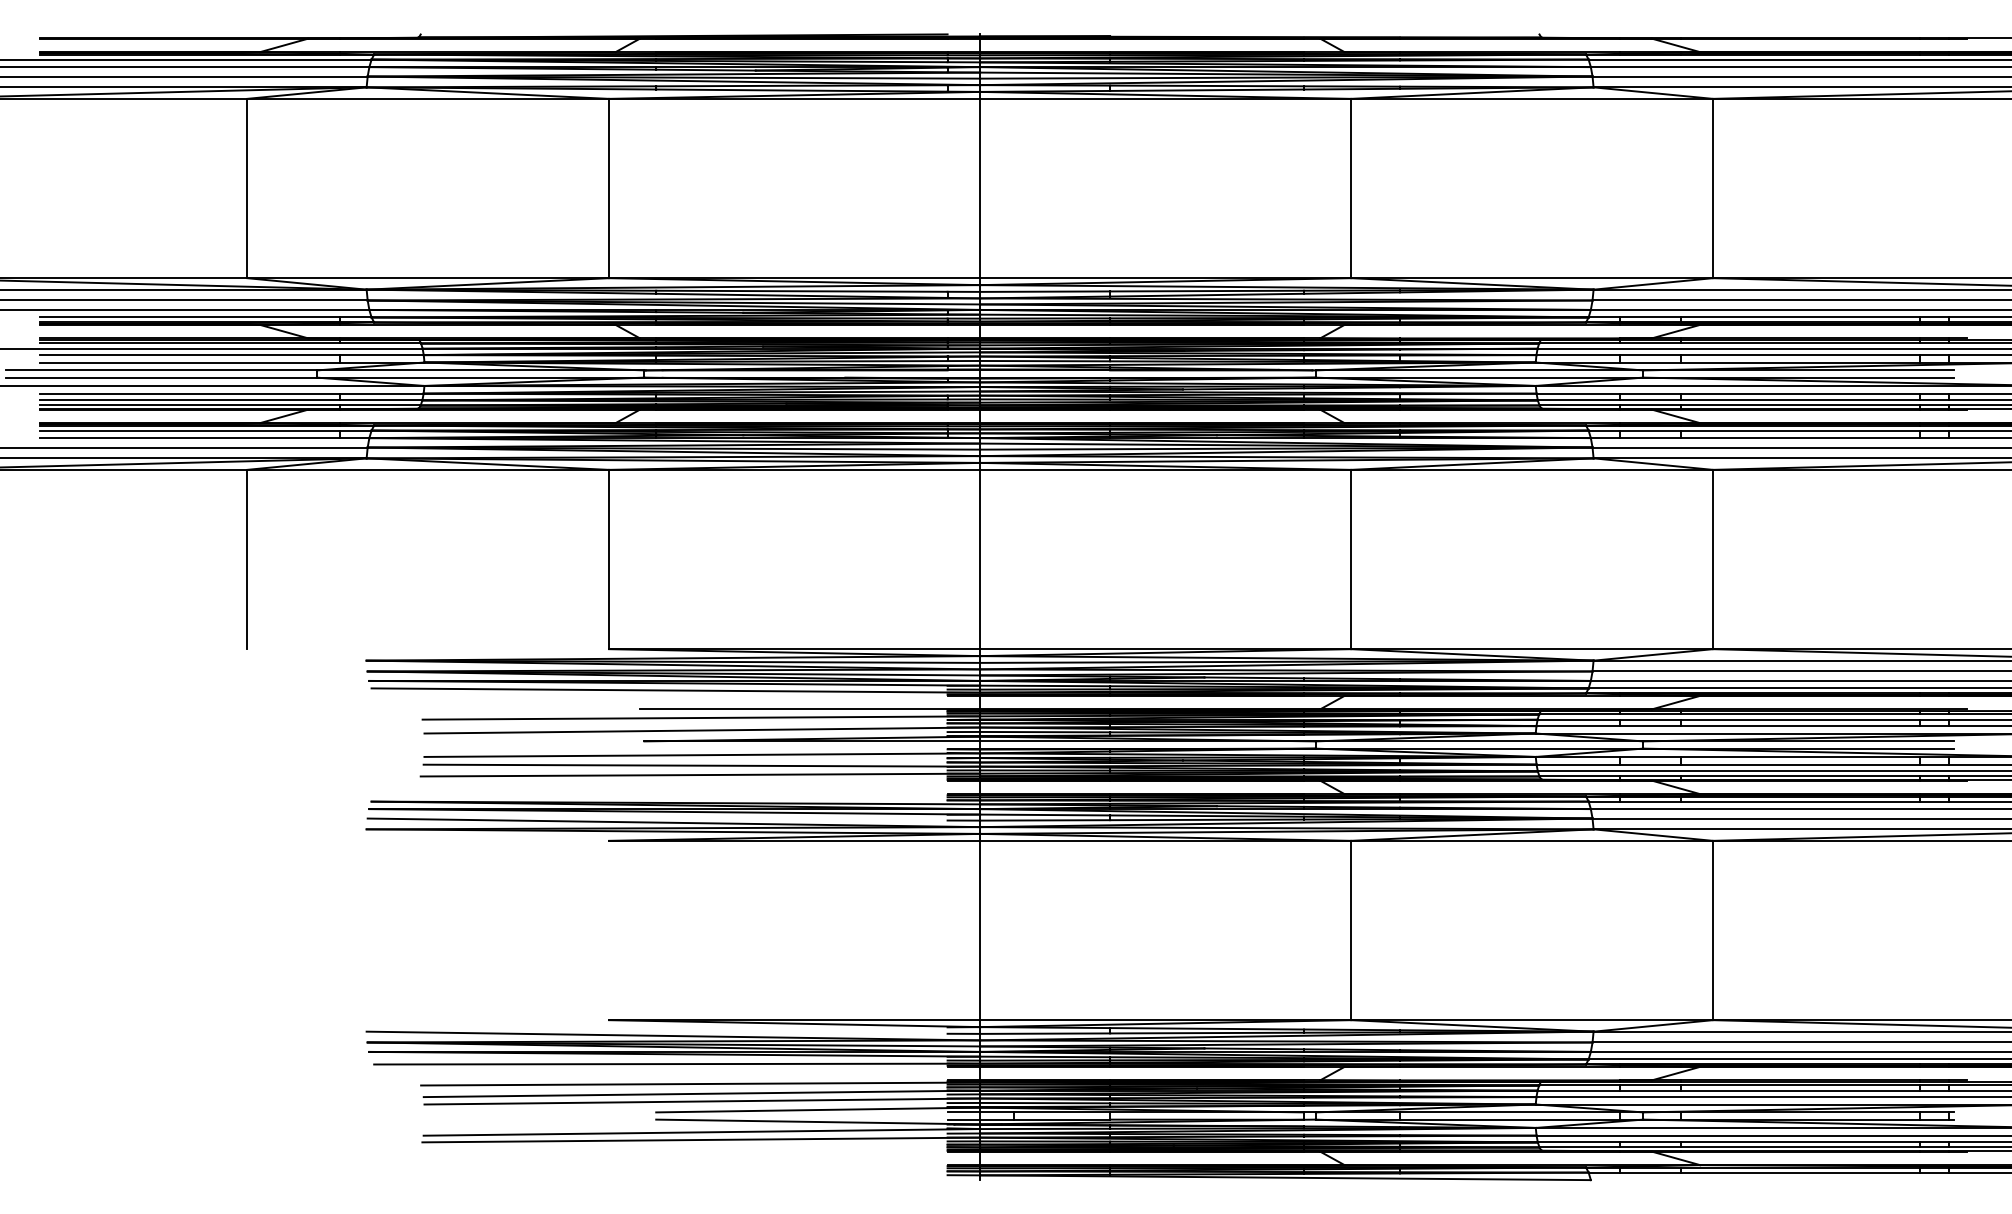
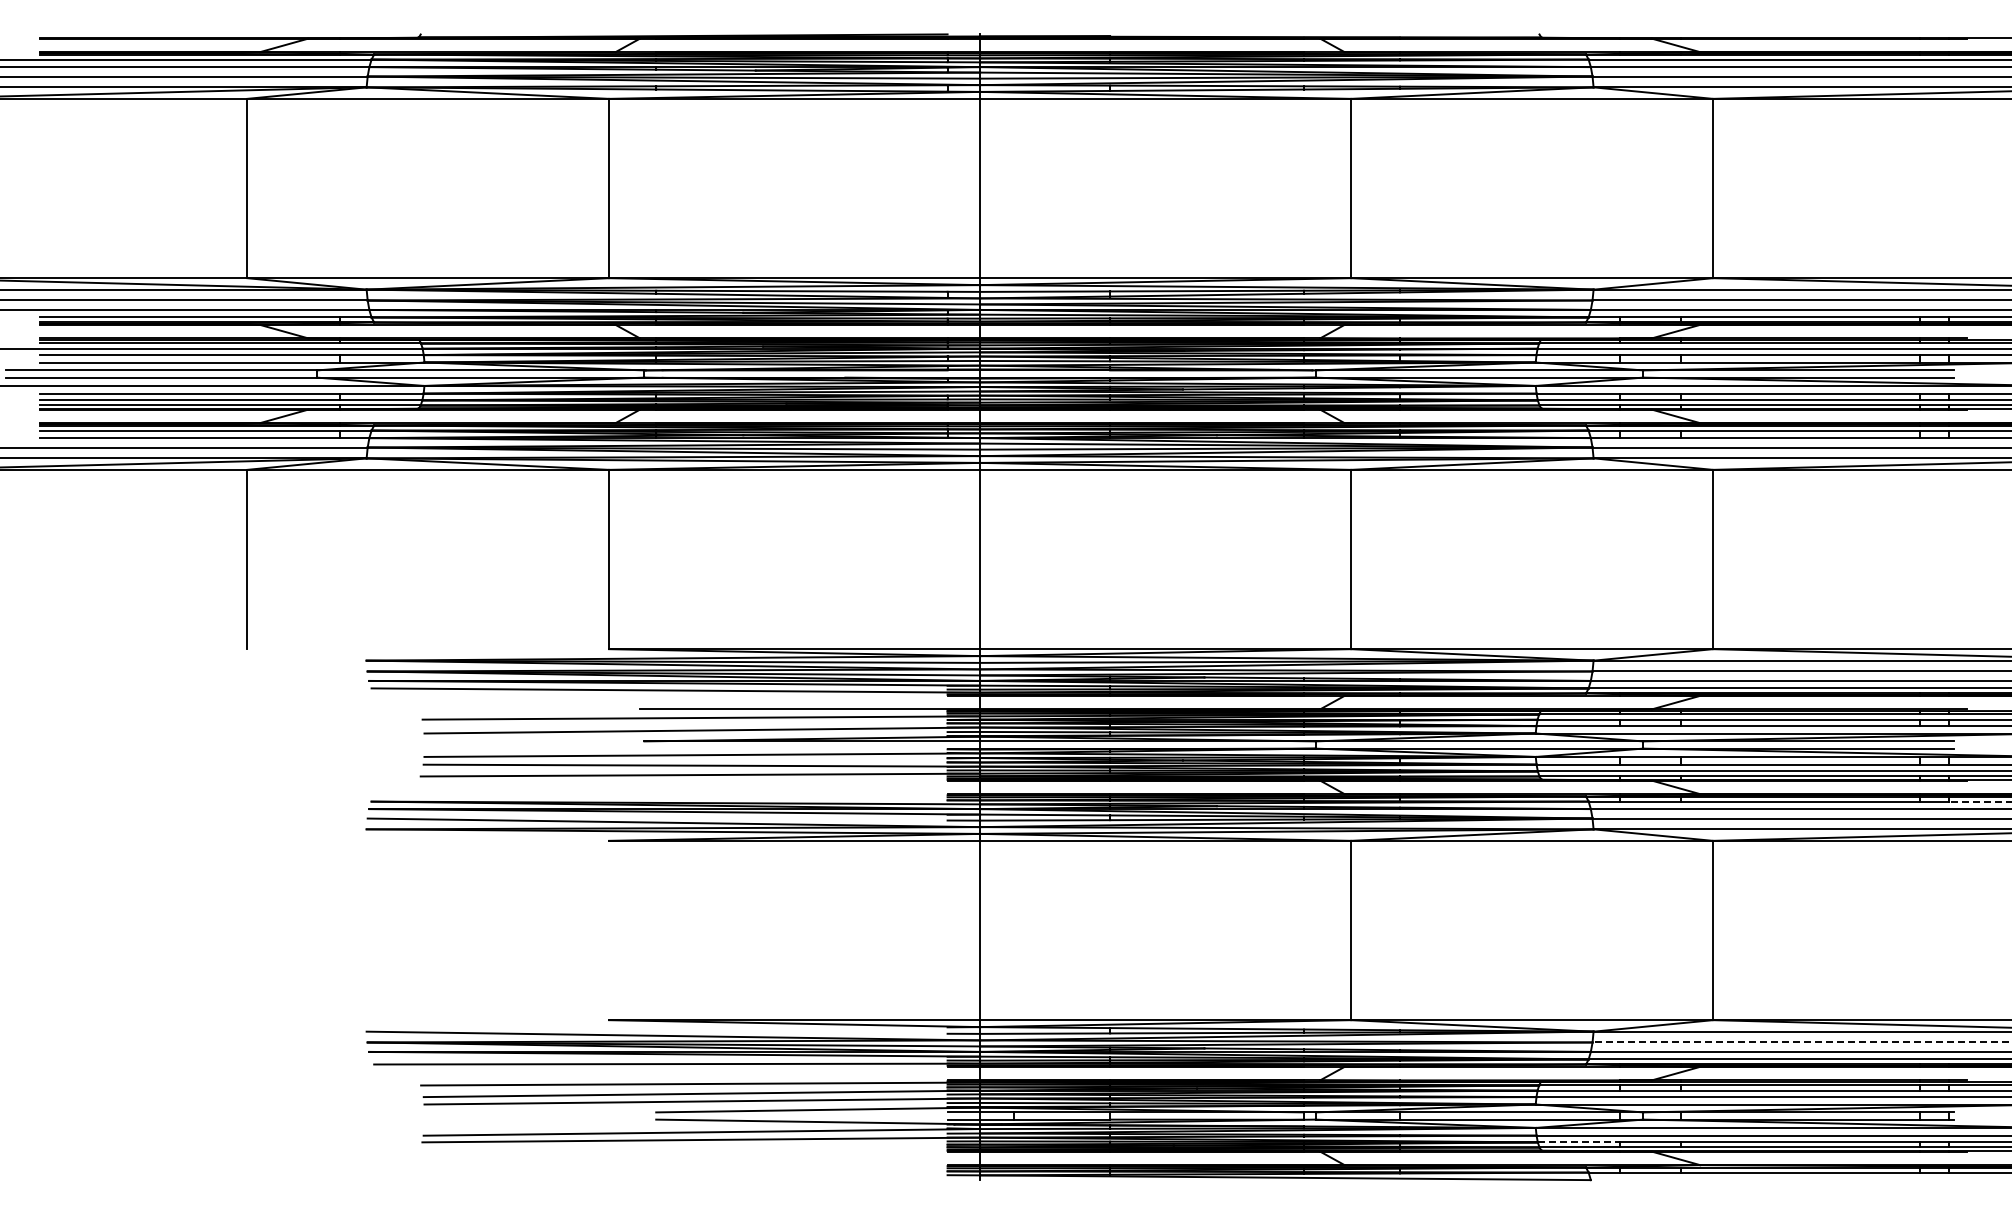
line at (1979, 801): solid -> dashed
line at (1801, 1042): solid -> dashed
line at (1579, 1142): solid -> dashed
